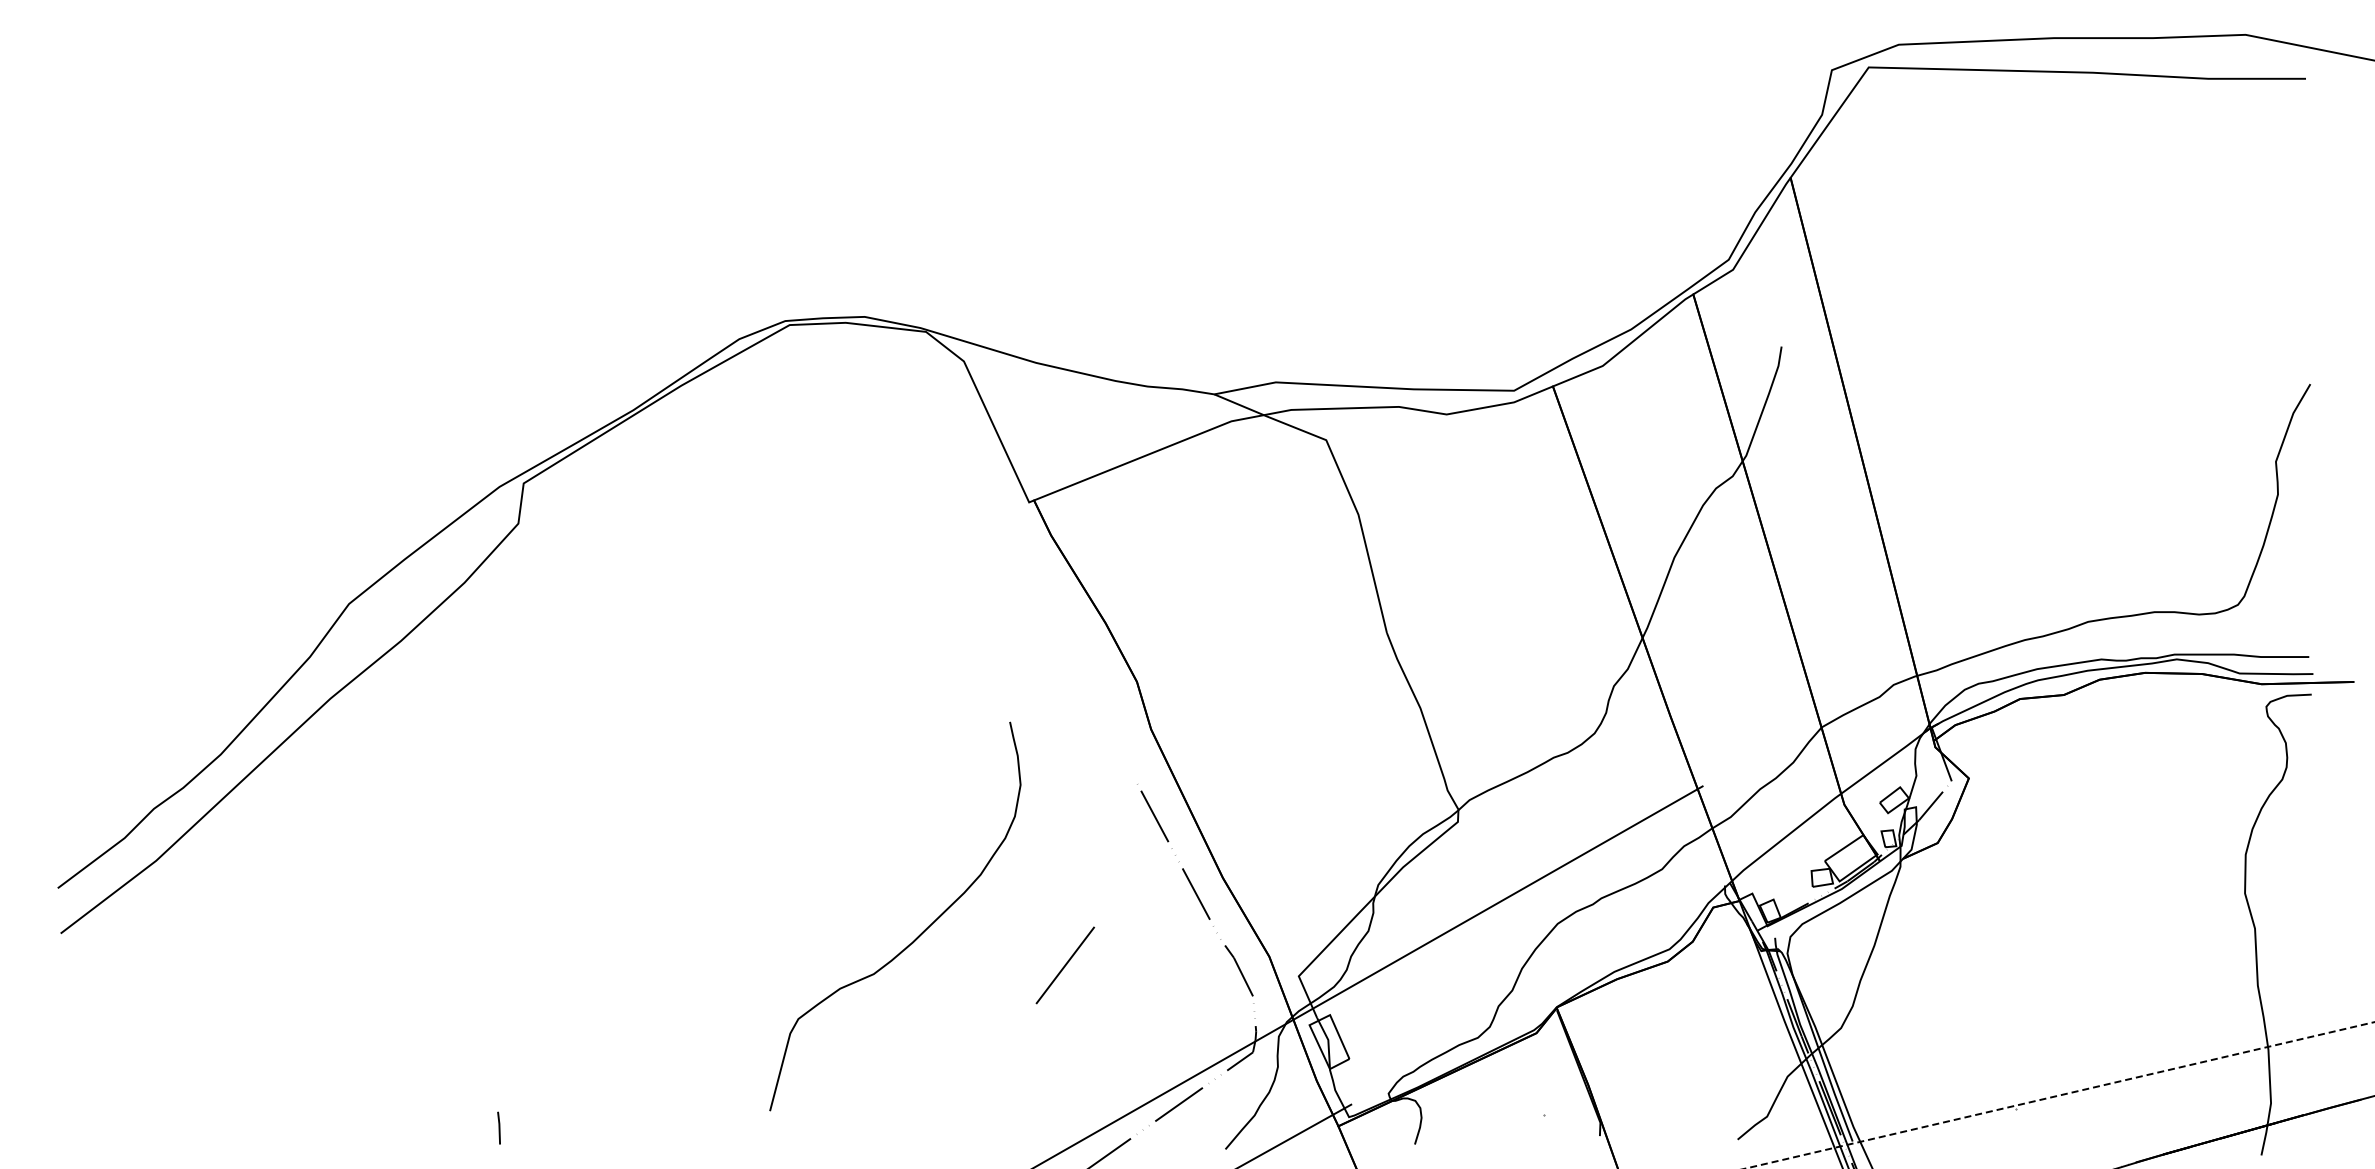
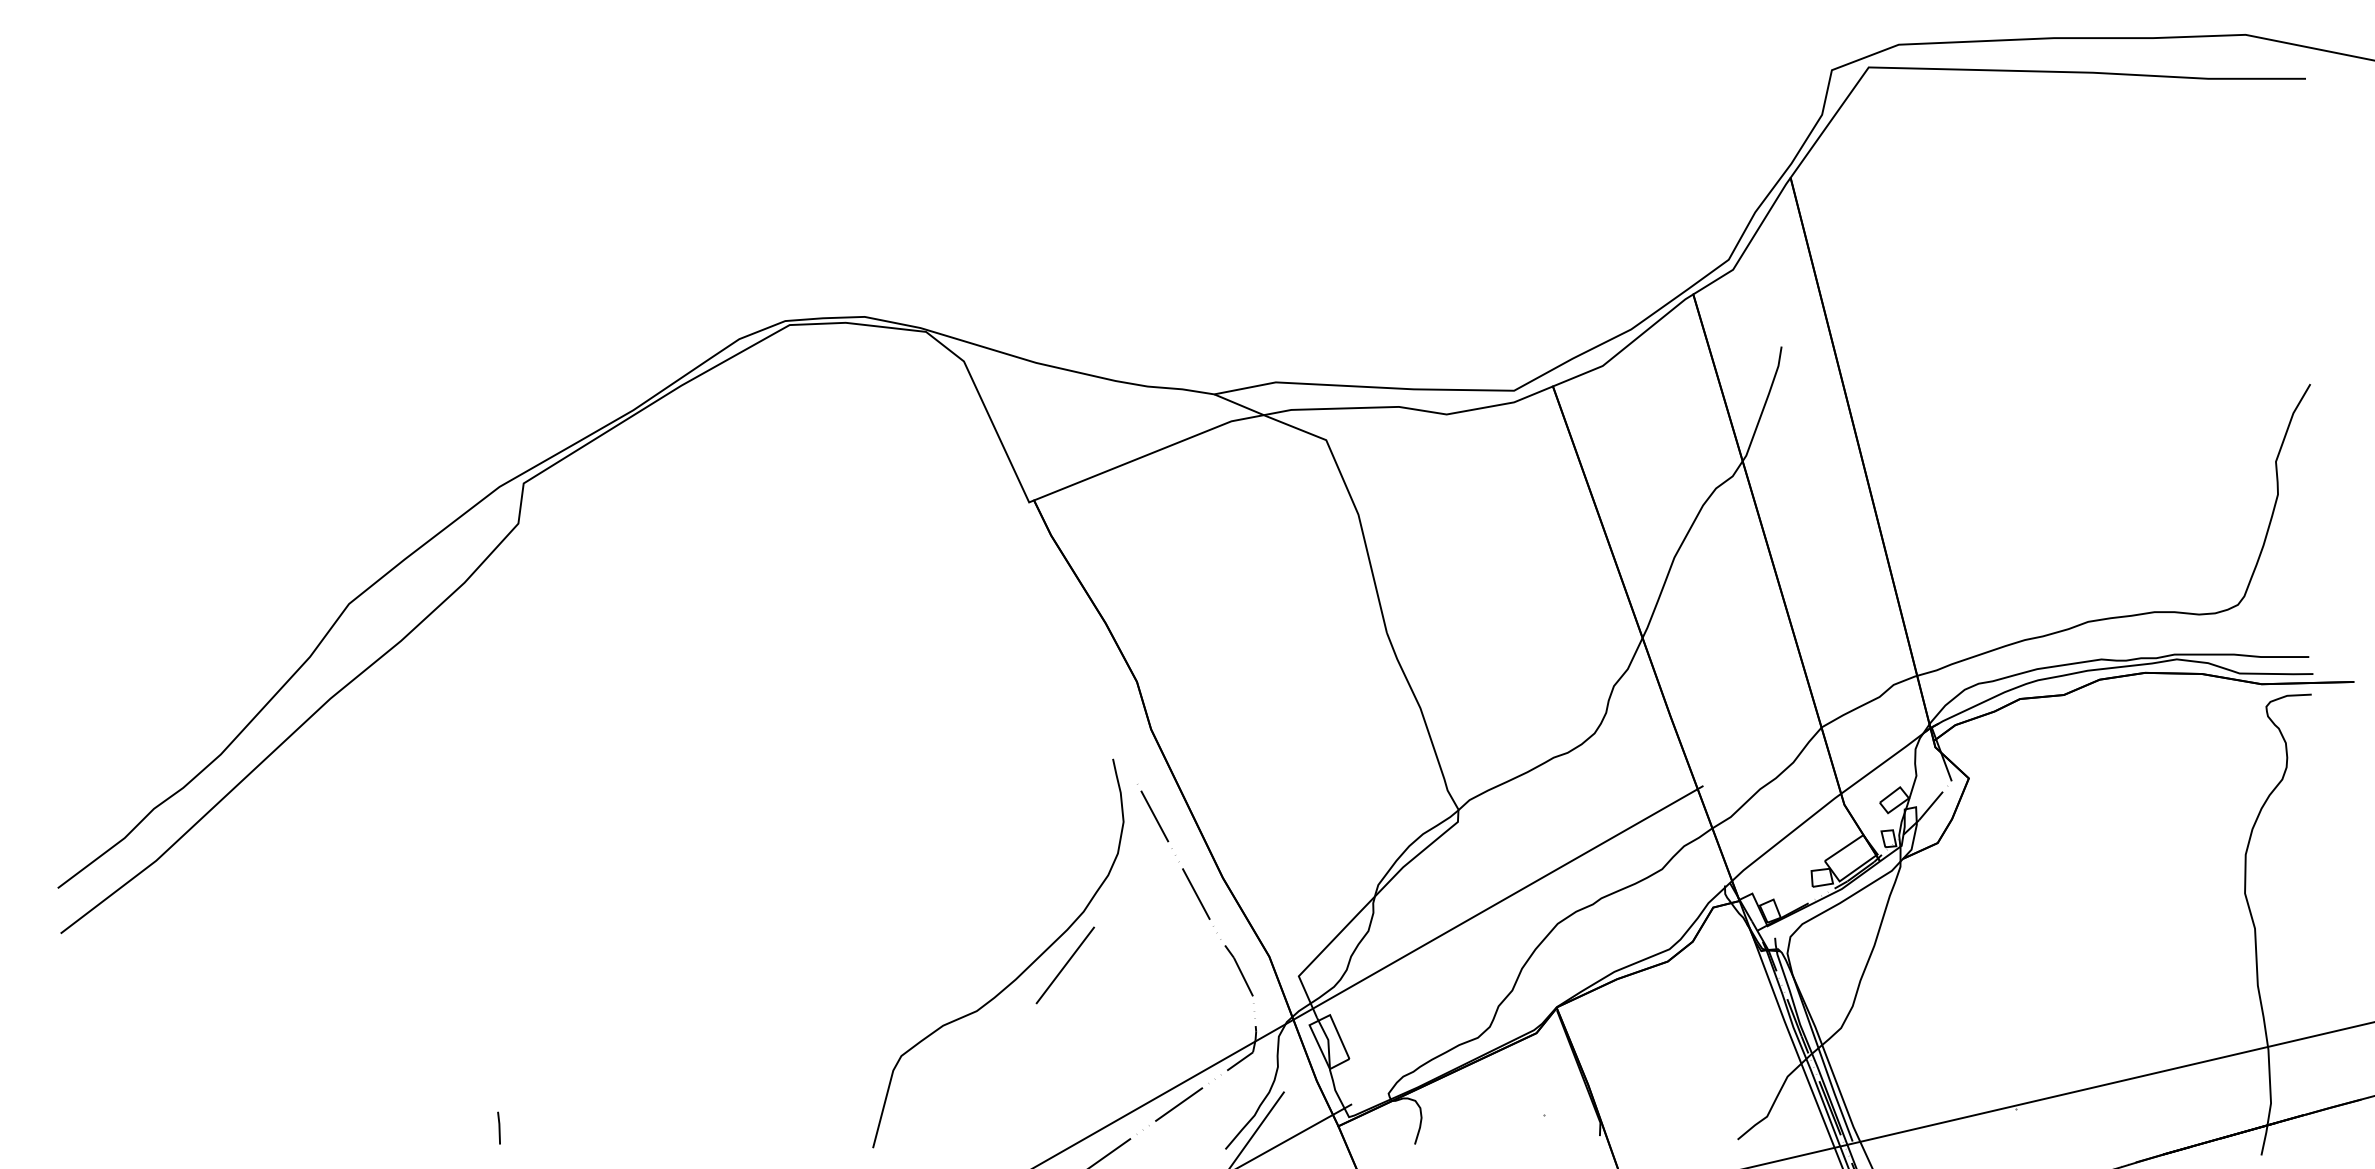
curve at (916, 937) position: (916, 937) -> (1019, 974)
line at (2059, 1095): dashed -> solid
line at (1257, 1128): none -> present
